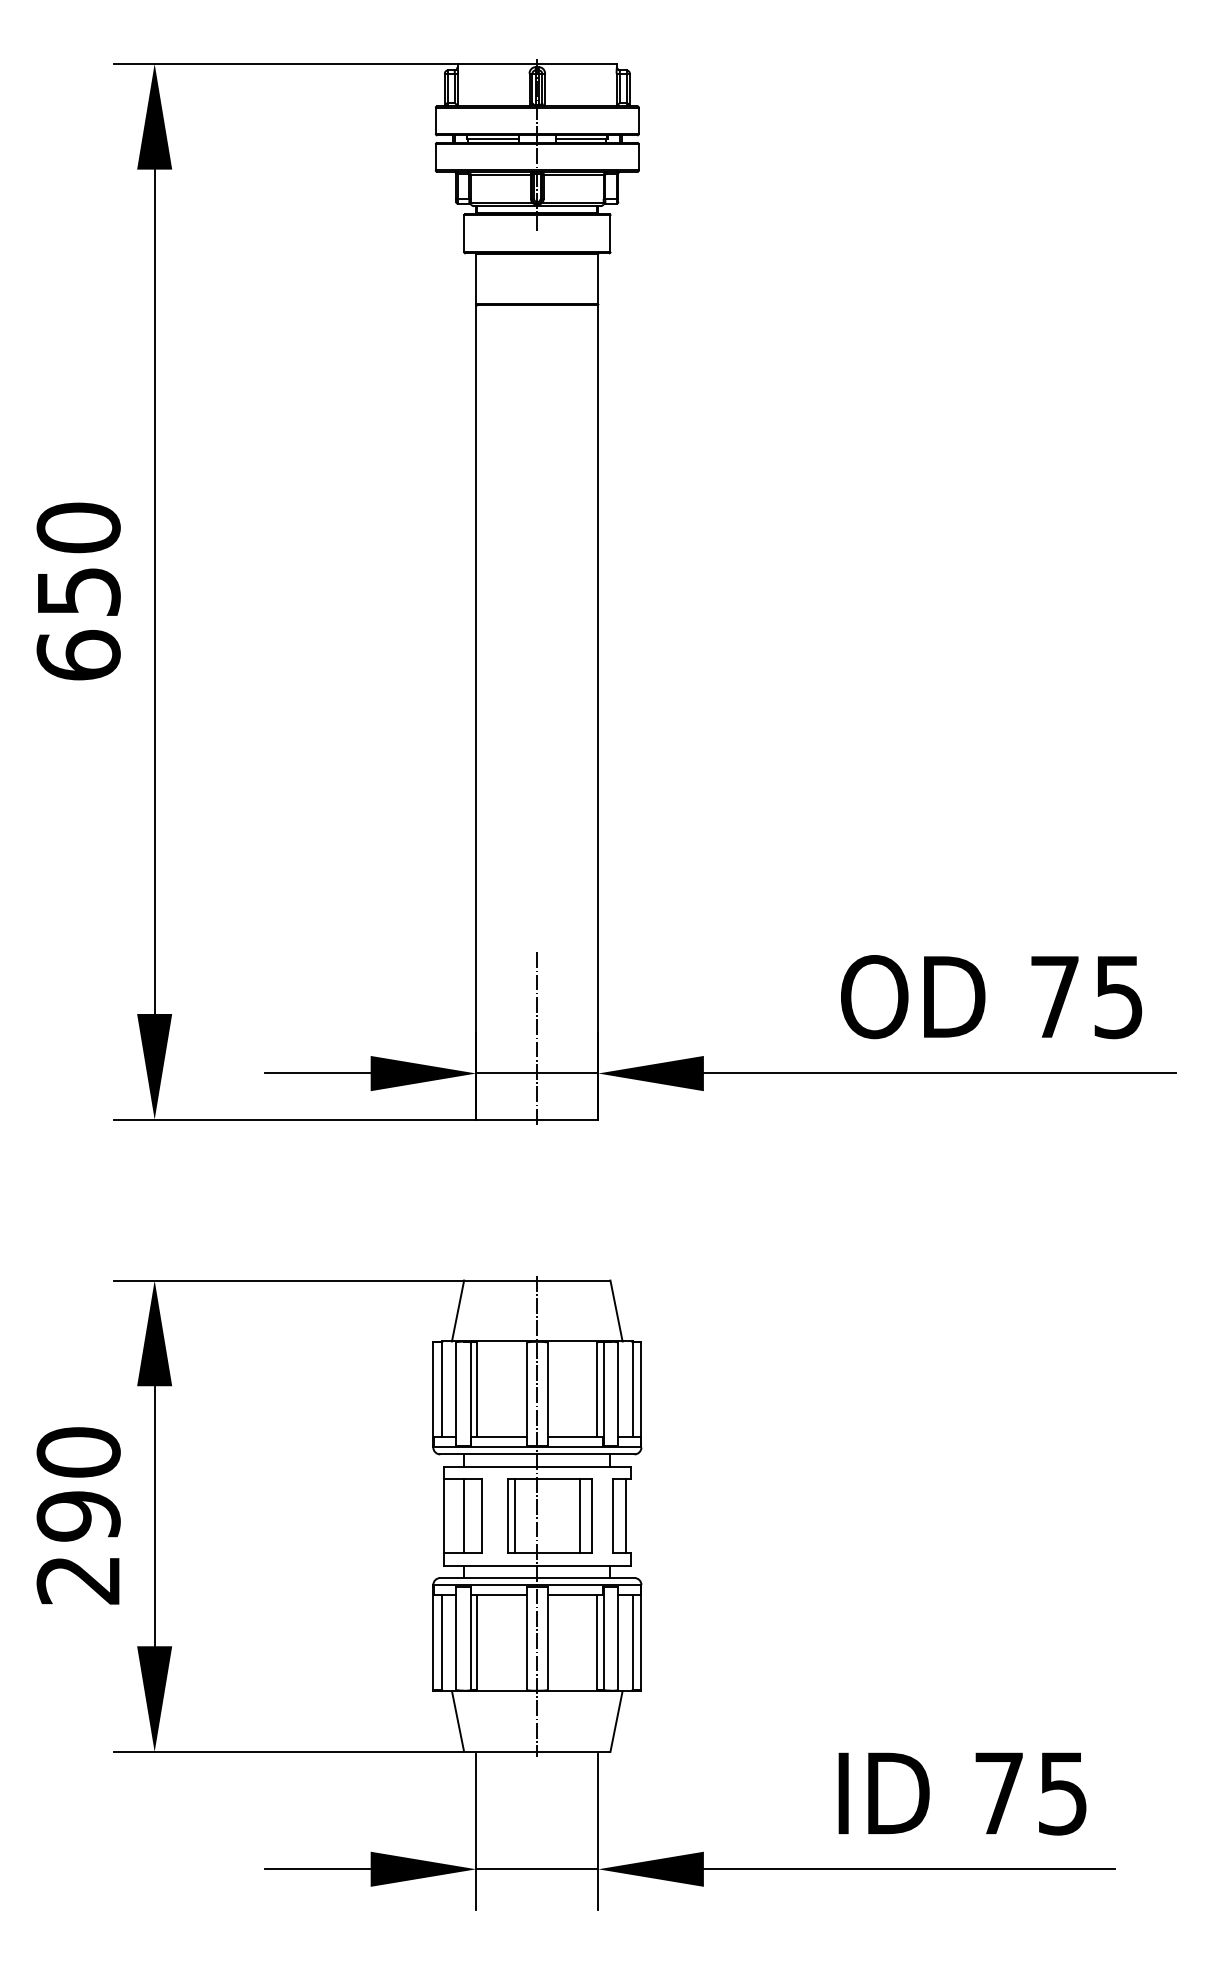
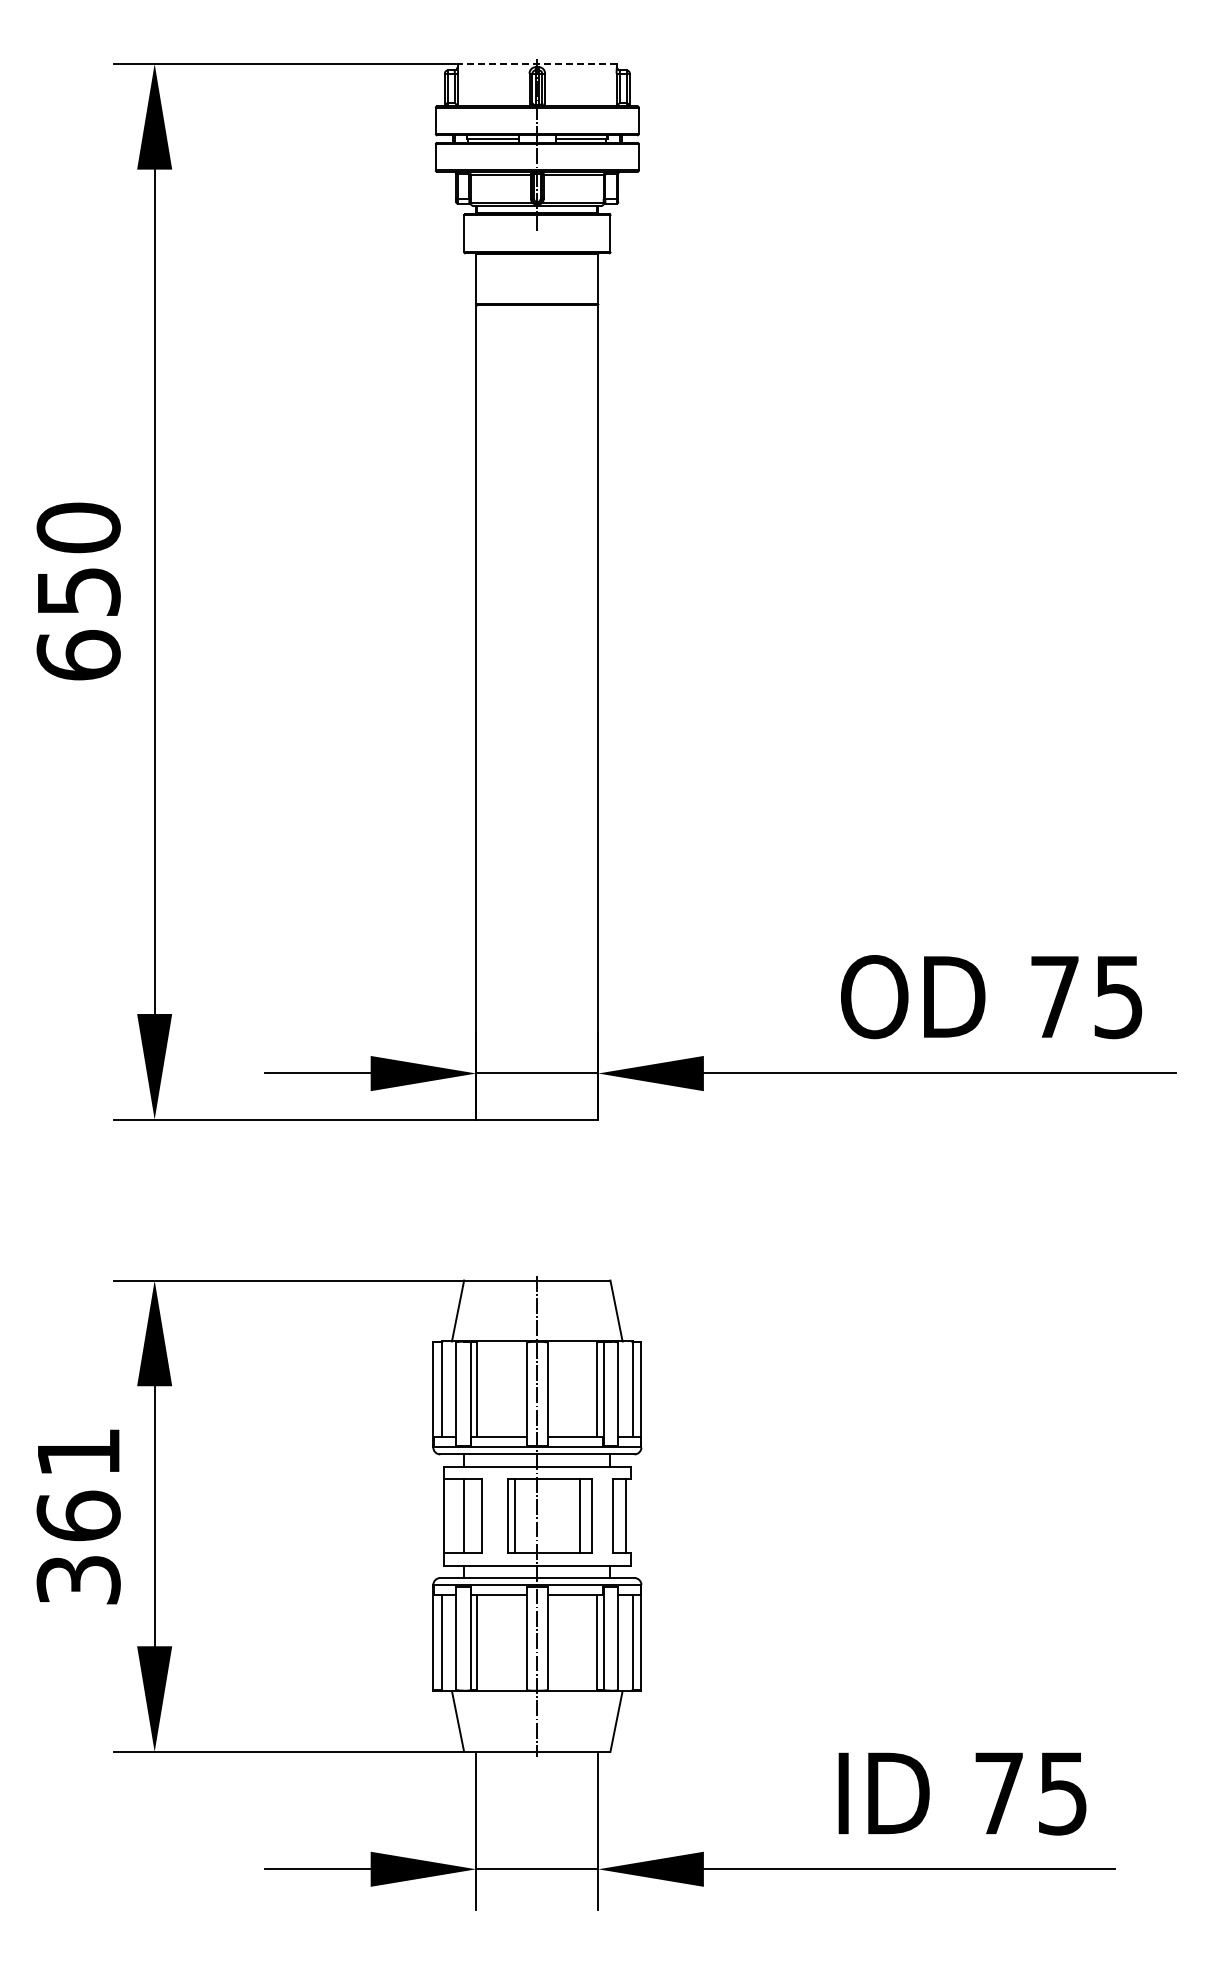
line at (537, 63): solid -> dashed
line at (537, 1038): present -> none
text at (78, 1515): 290 -> 361
